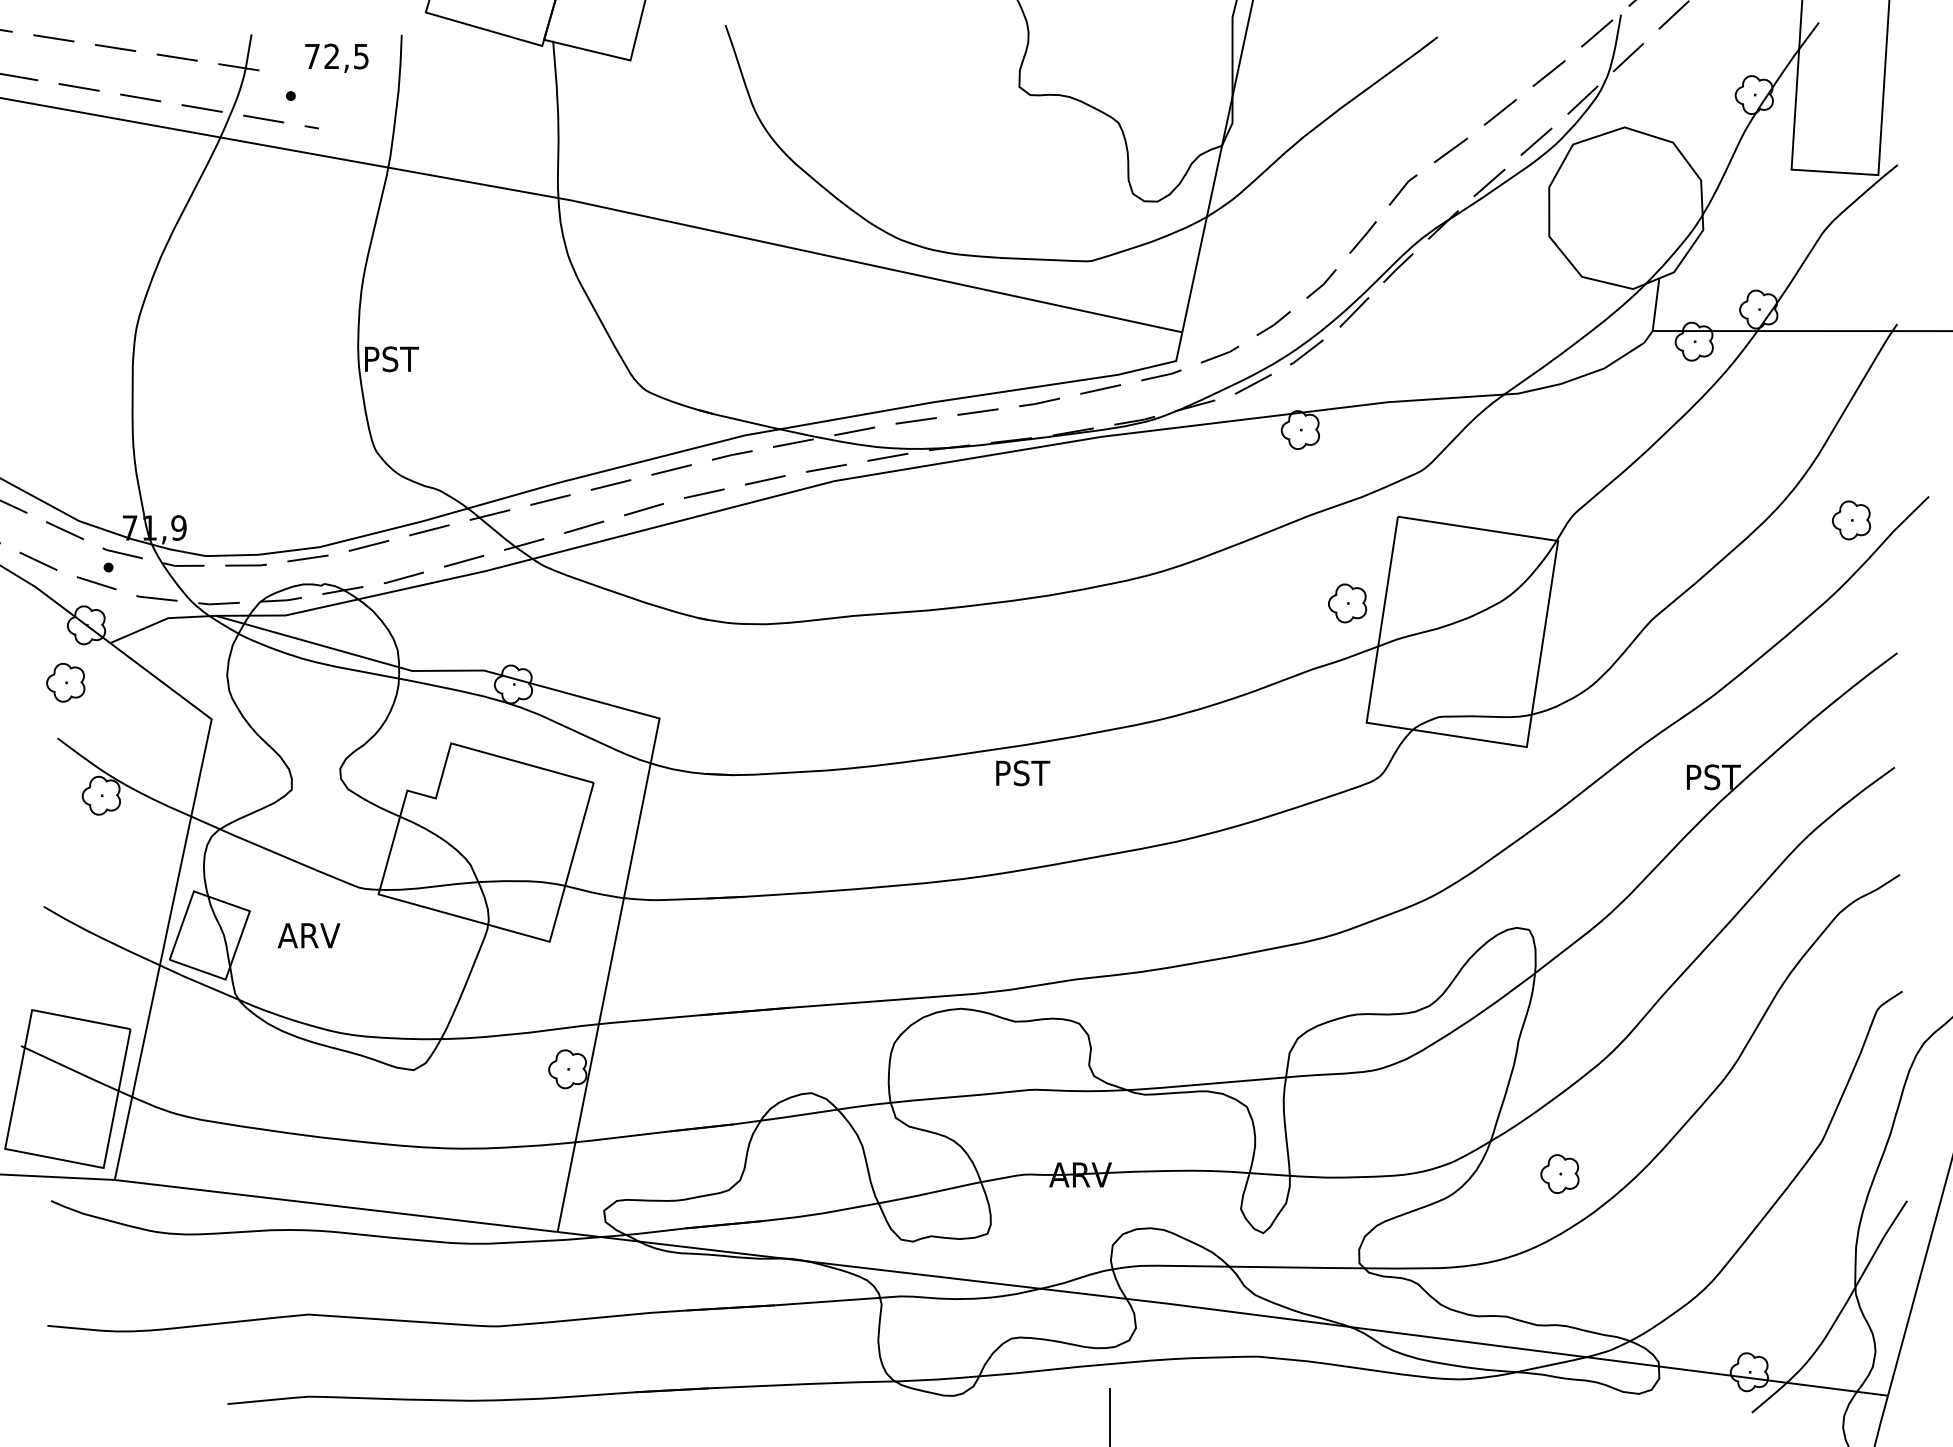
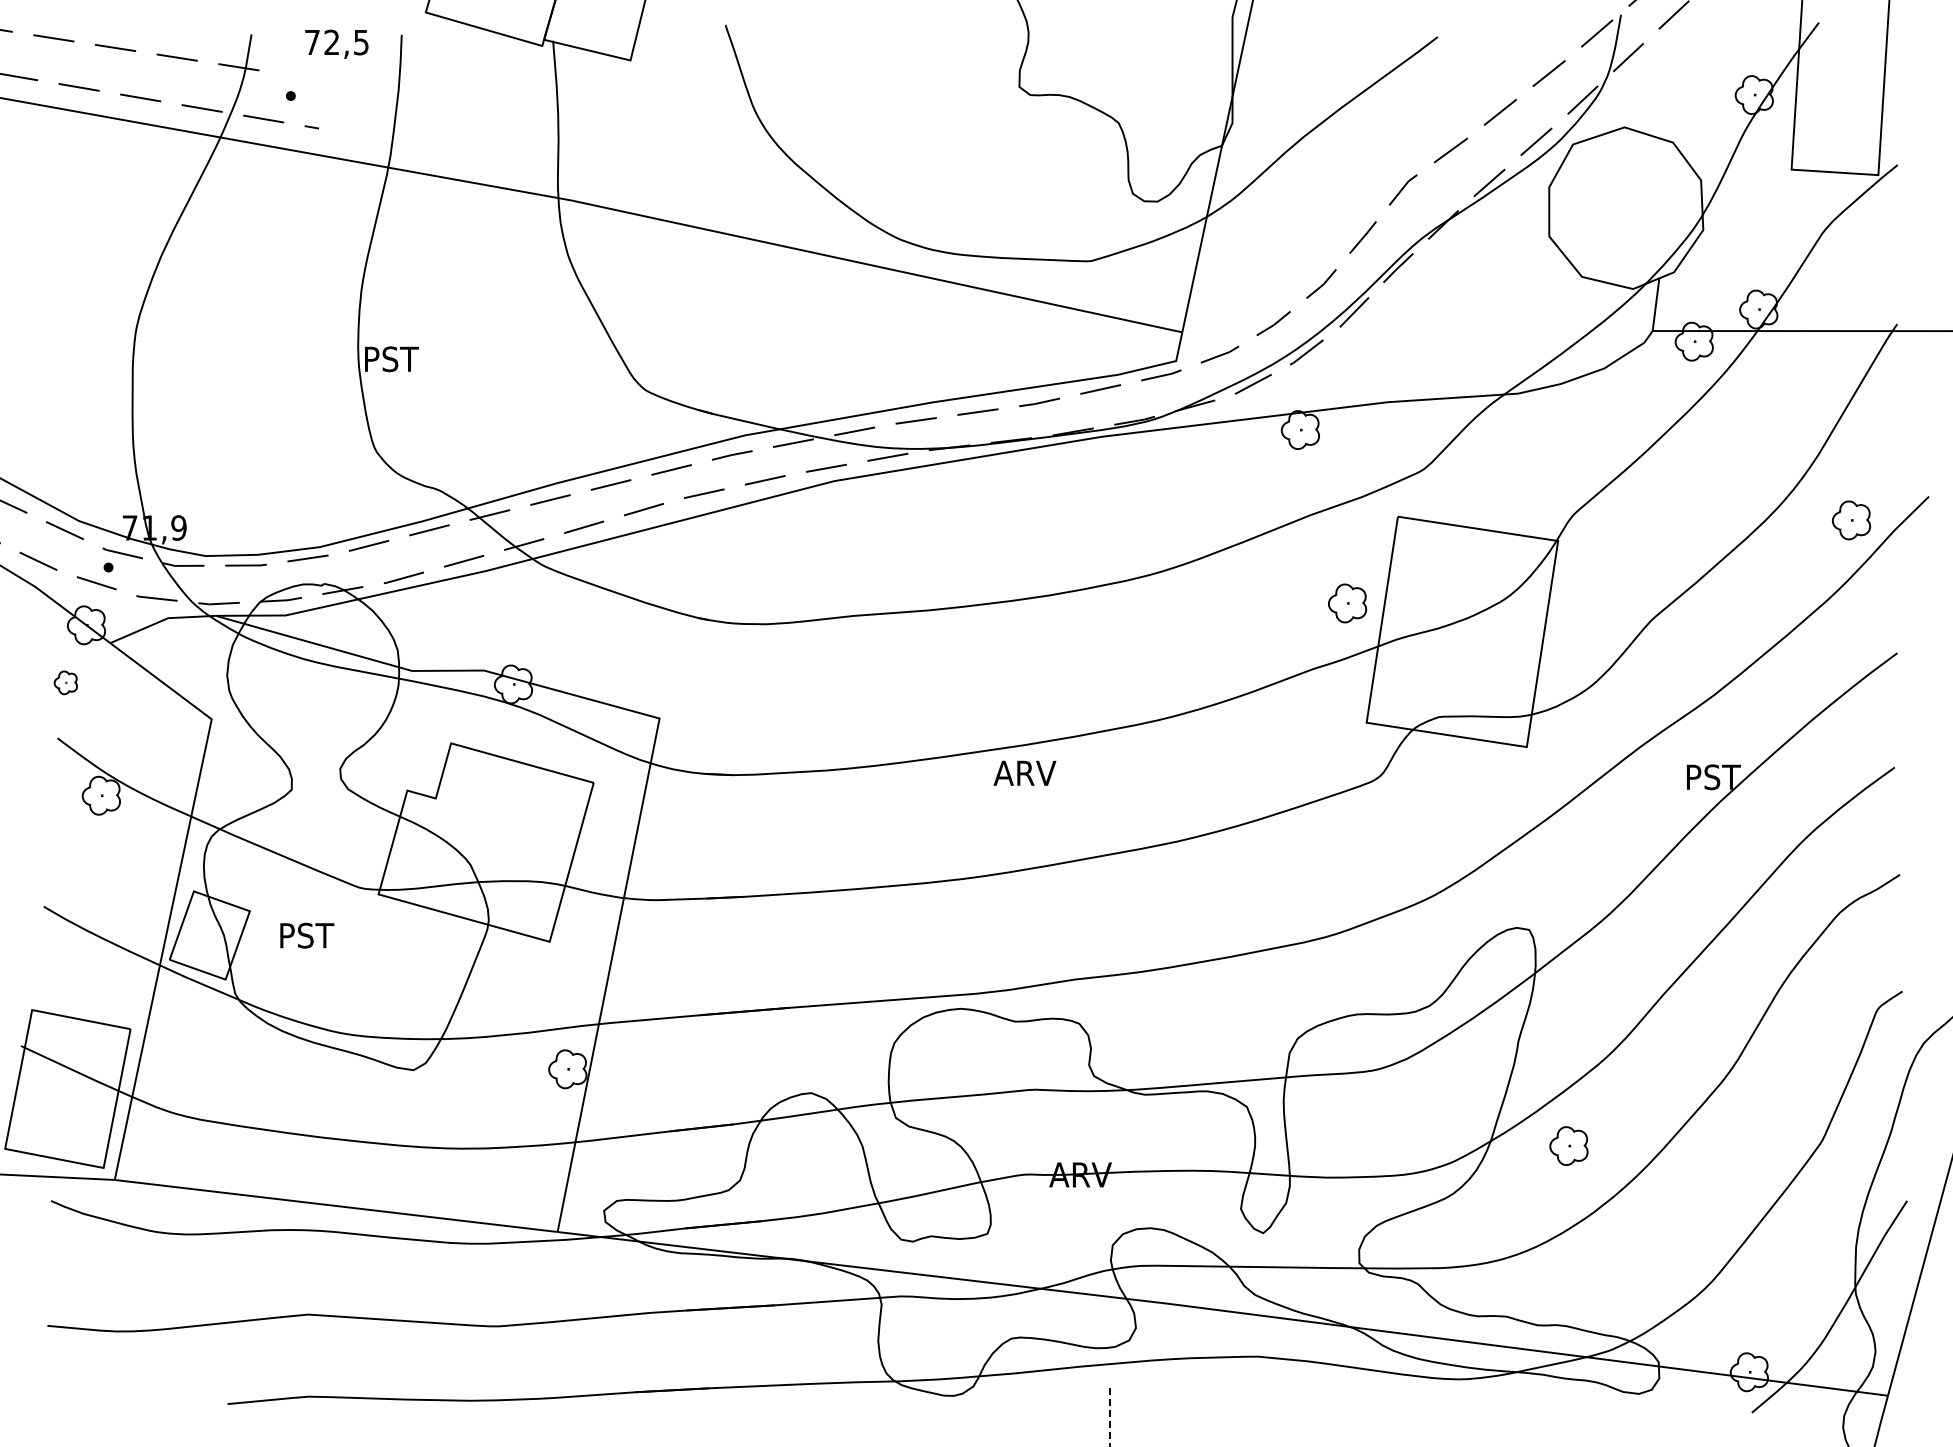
text at (336, 57) position: (336, 57) -> (336, 43)
part at (65, 682) size: 40x40 px -> 25x26 px
text at (1024, 773): PST -> ARV
text at (308, 935): ARV -> PST
part at (1559, 1173) position: (1559, 1173) -> (1568, 1145)
line at (1110, 1417): solid -> dashed
